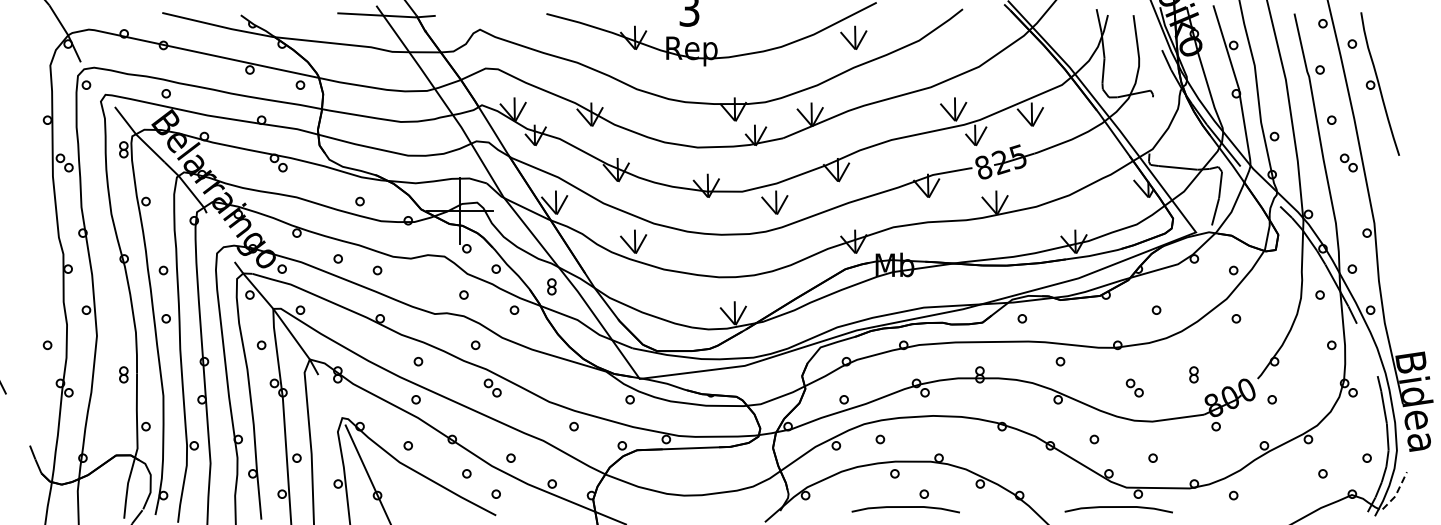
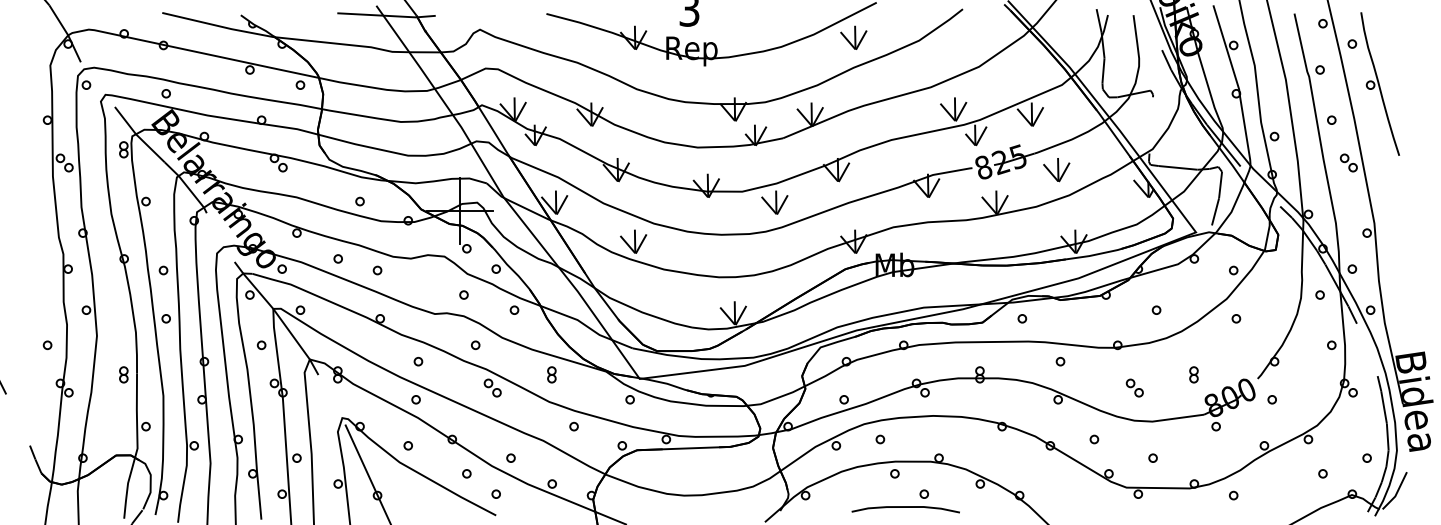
part at (1056, 170): none -> present
part at (551, 286) position: (551, 286) -> (551, 374)
line at (1397, 492): dashed -> solid
curve at (1118, 507): present -> none
